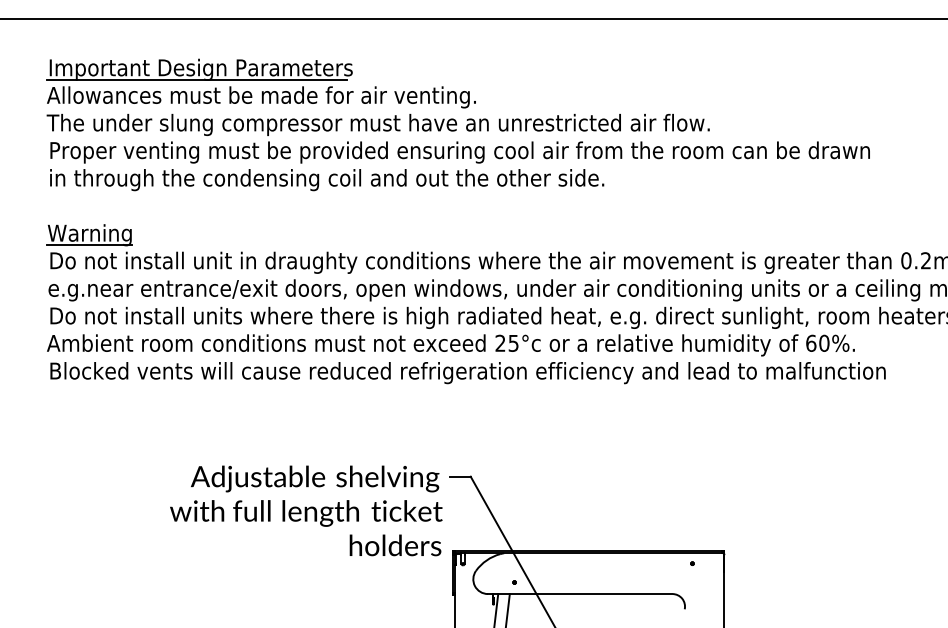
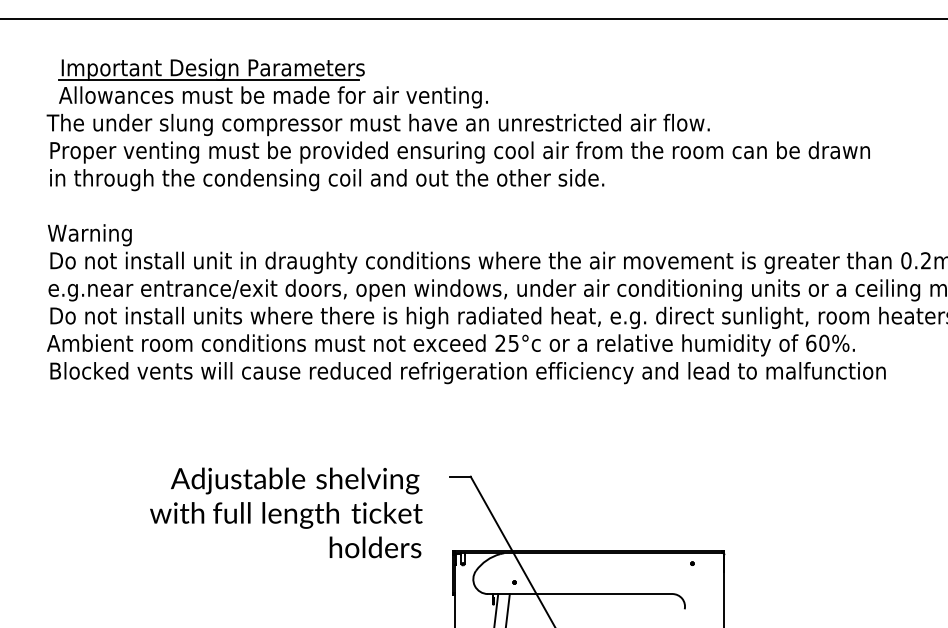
part at (260, 83) position: (260, 83) -> (272, 83)
line at (88, 245): present -> none
text at (306, 510) position: (306, 510) -> (286, 512)
